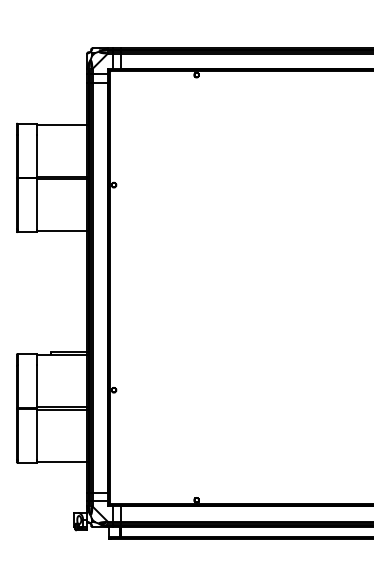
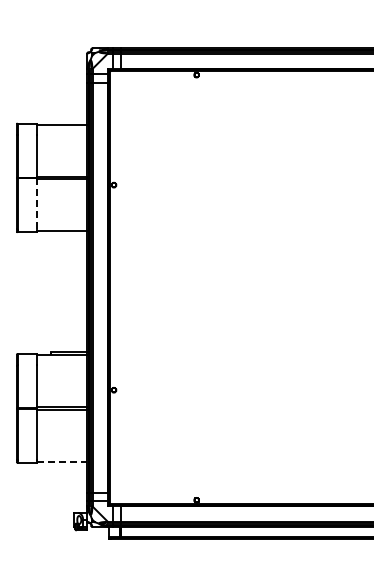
line at (37, 204): solid -> dashed
line at (62, 461): solid -> dashed
